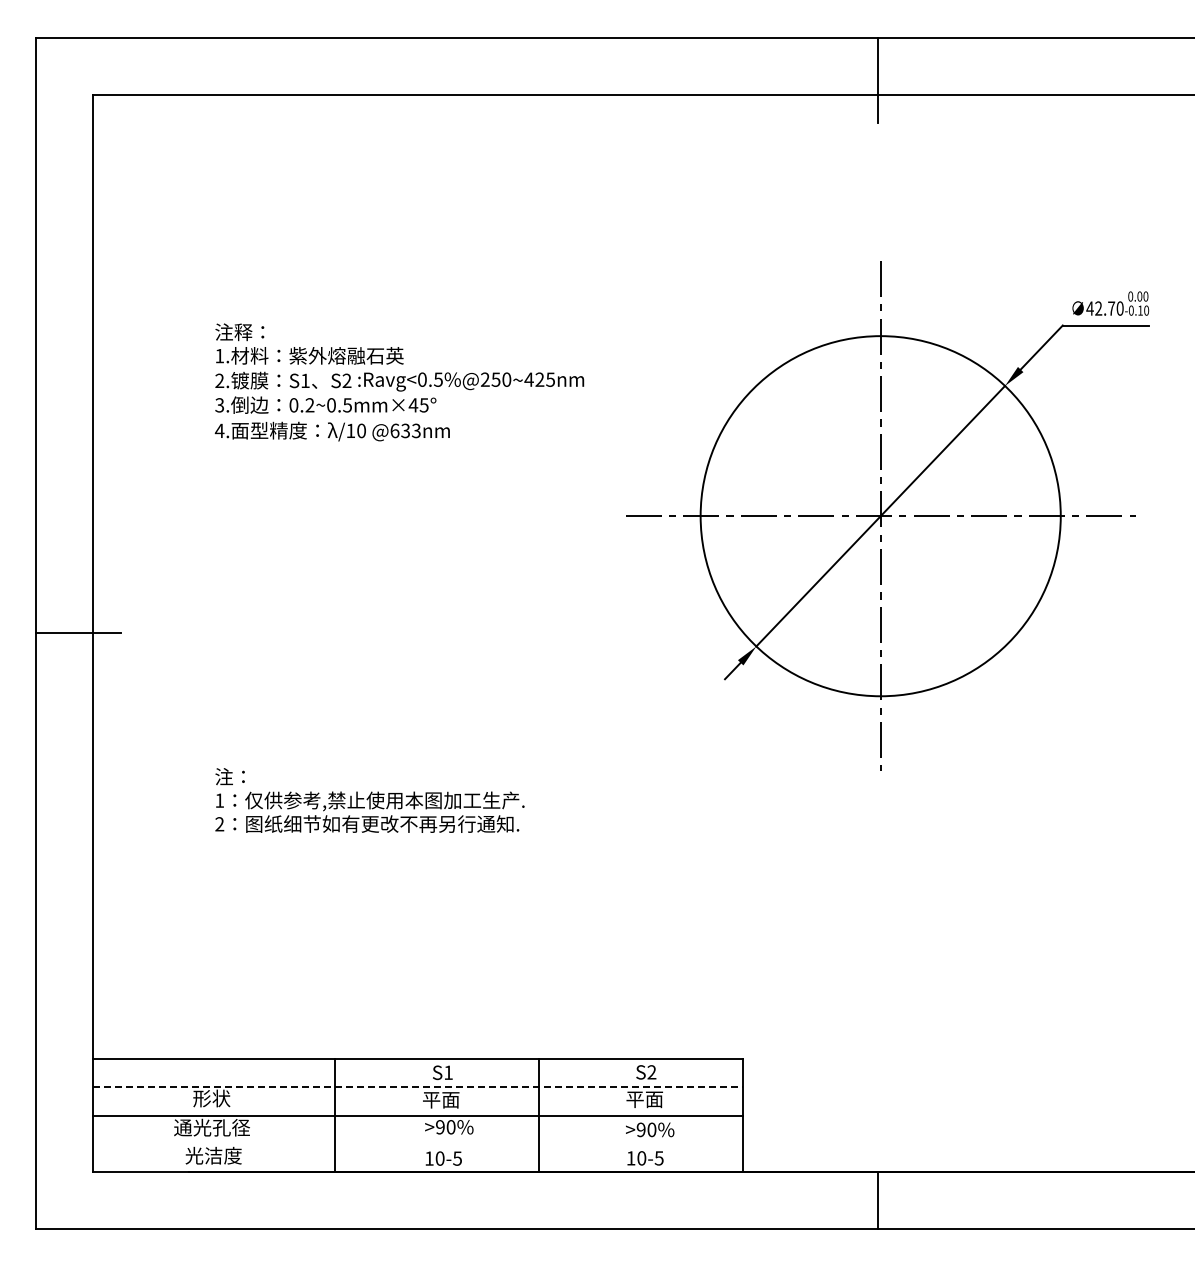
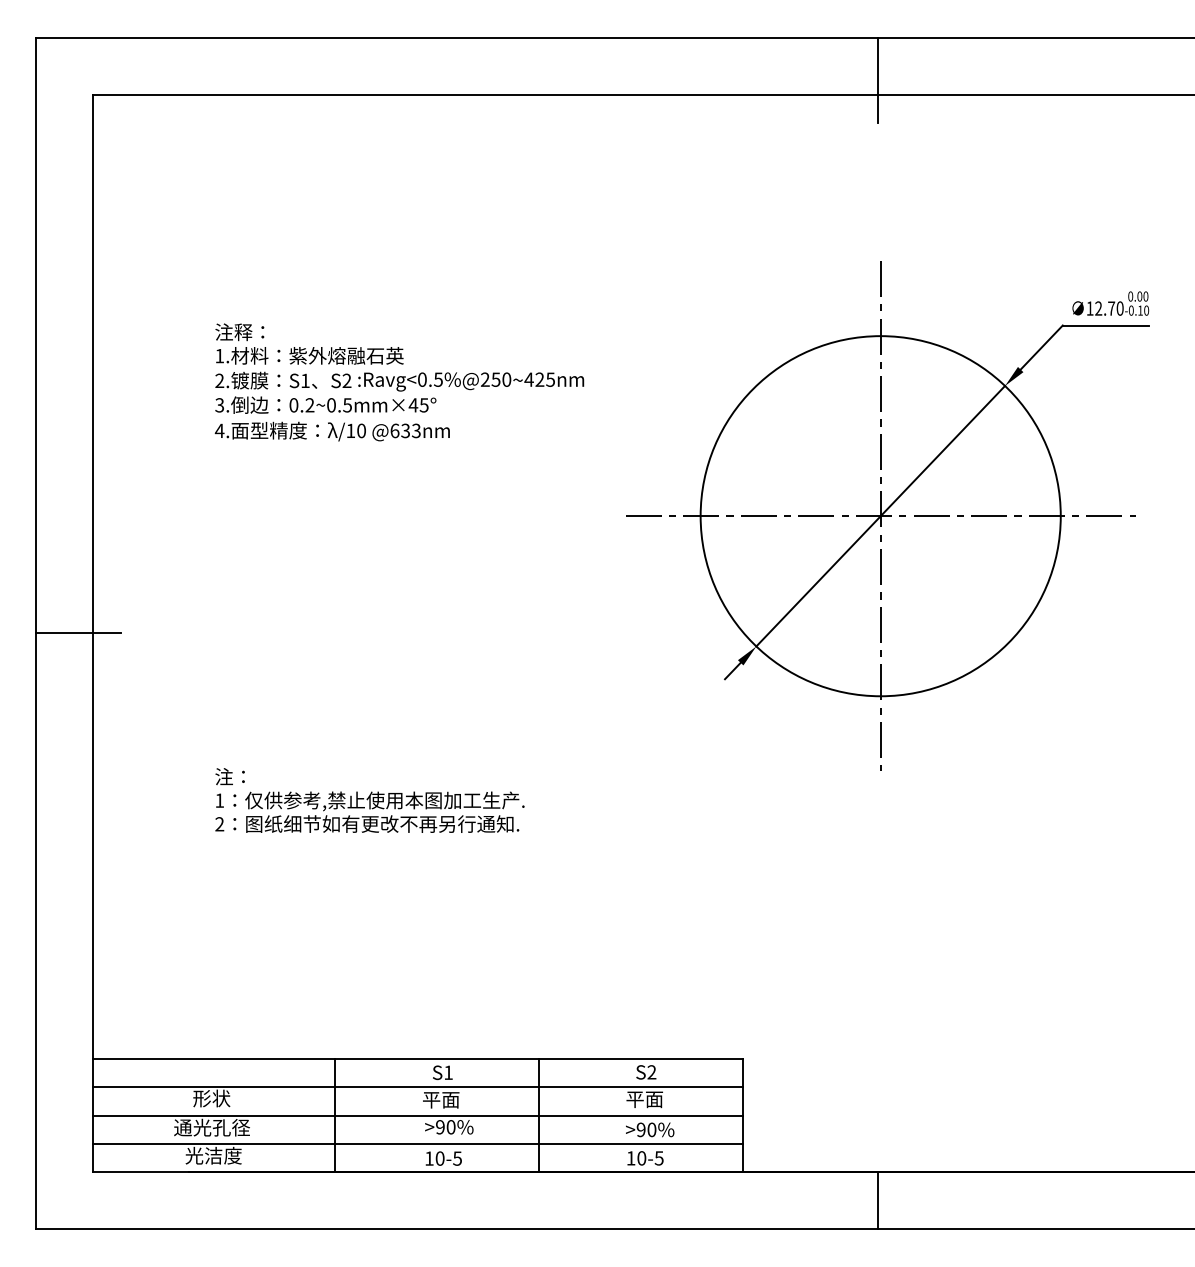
text at (1089, 308): 42.70 -> 12.70
line at (418, 1087): dashed -> solid
line at (417, 1143): none -> present
